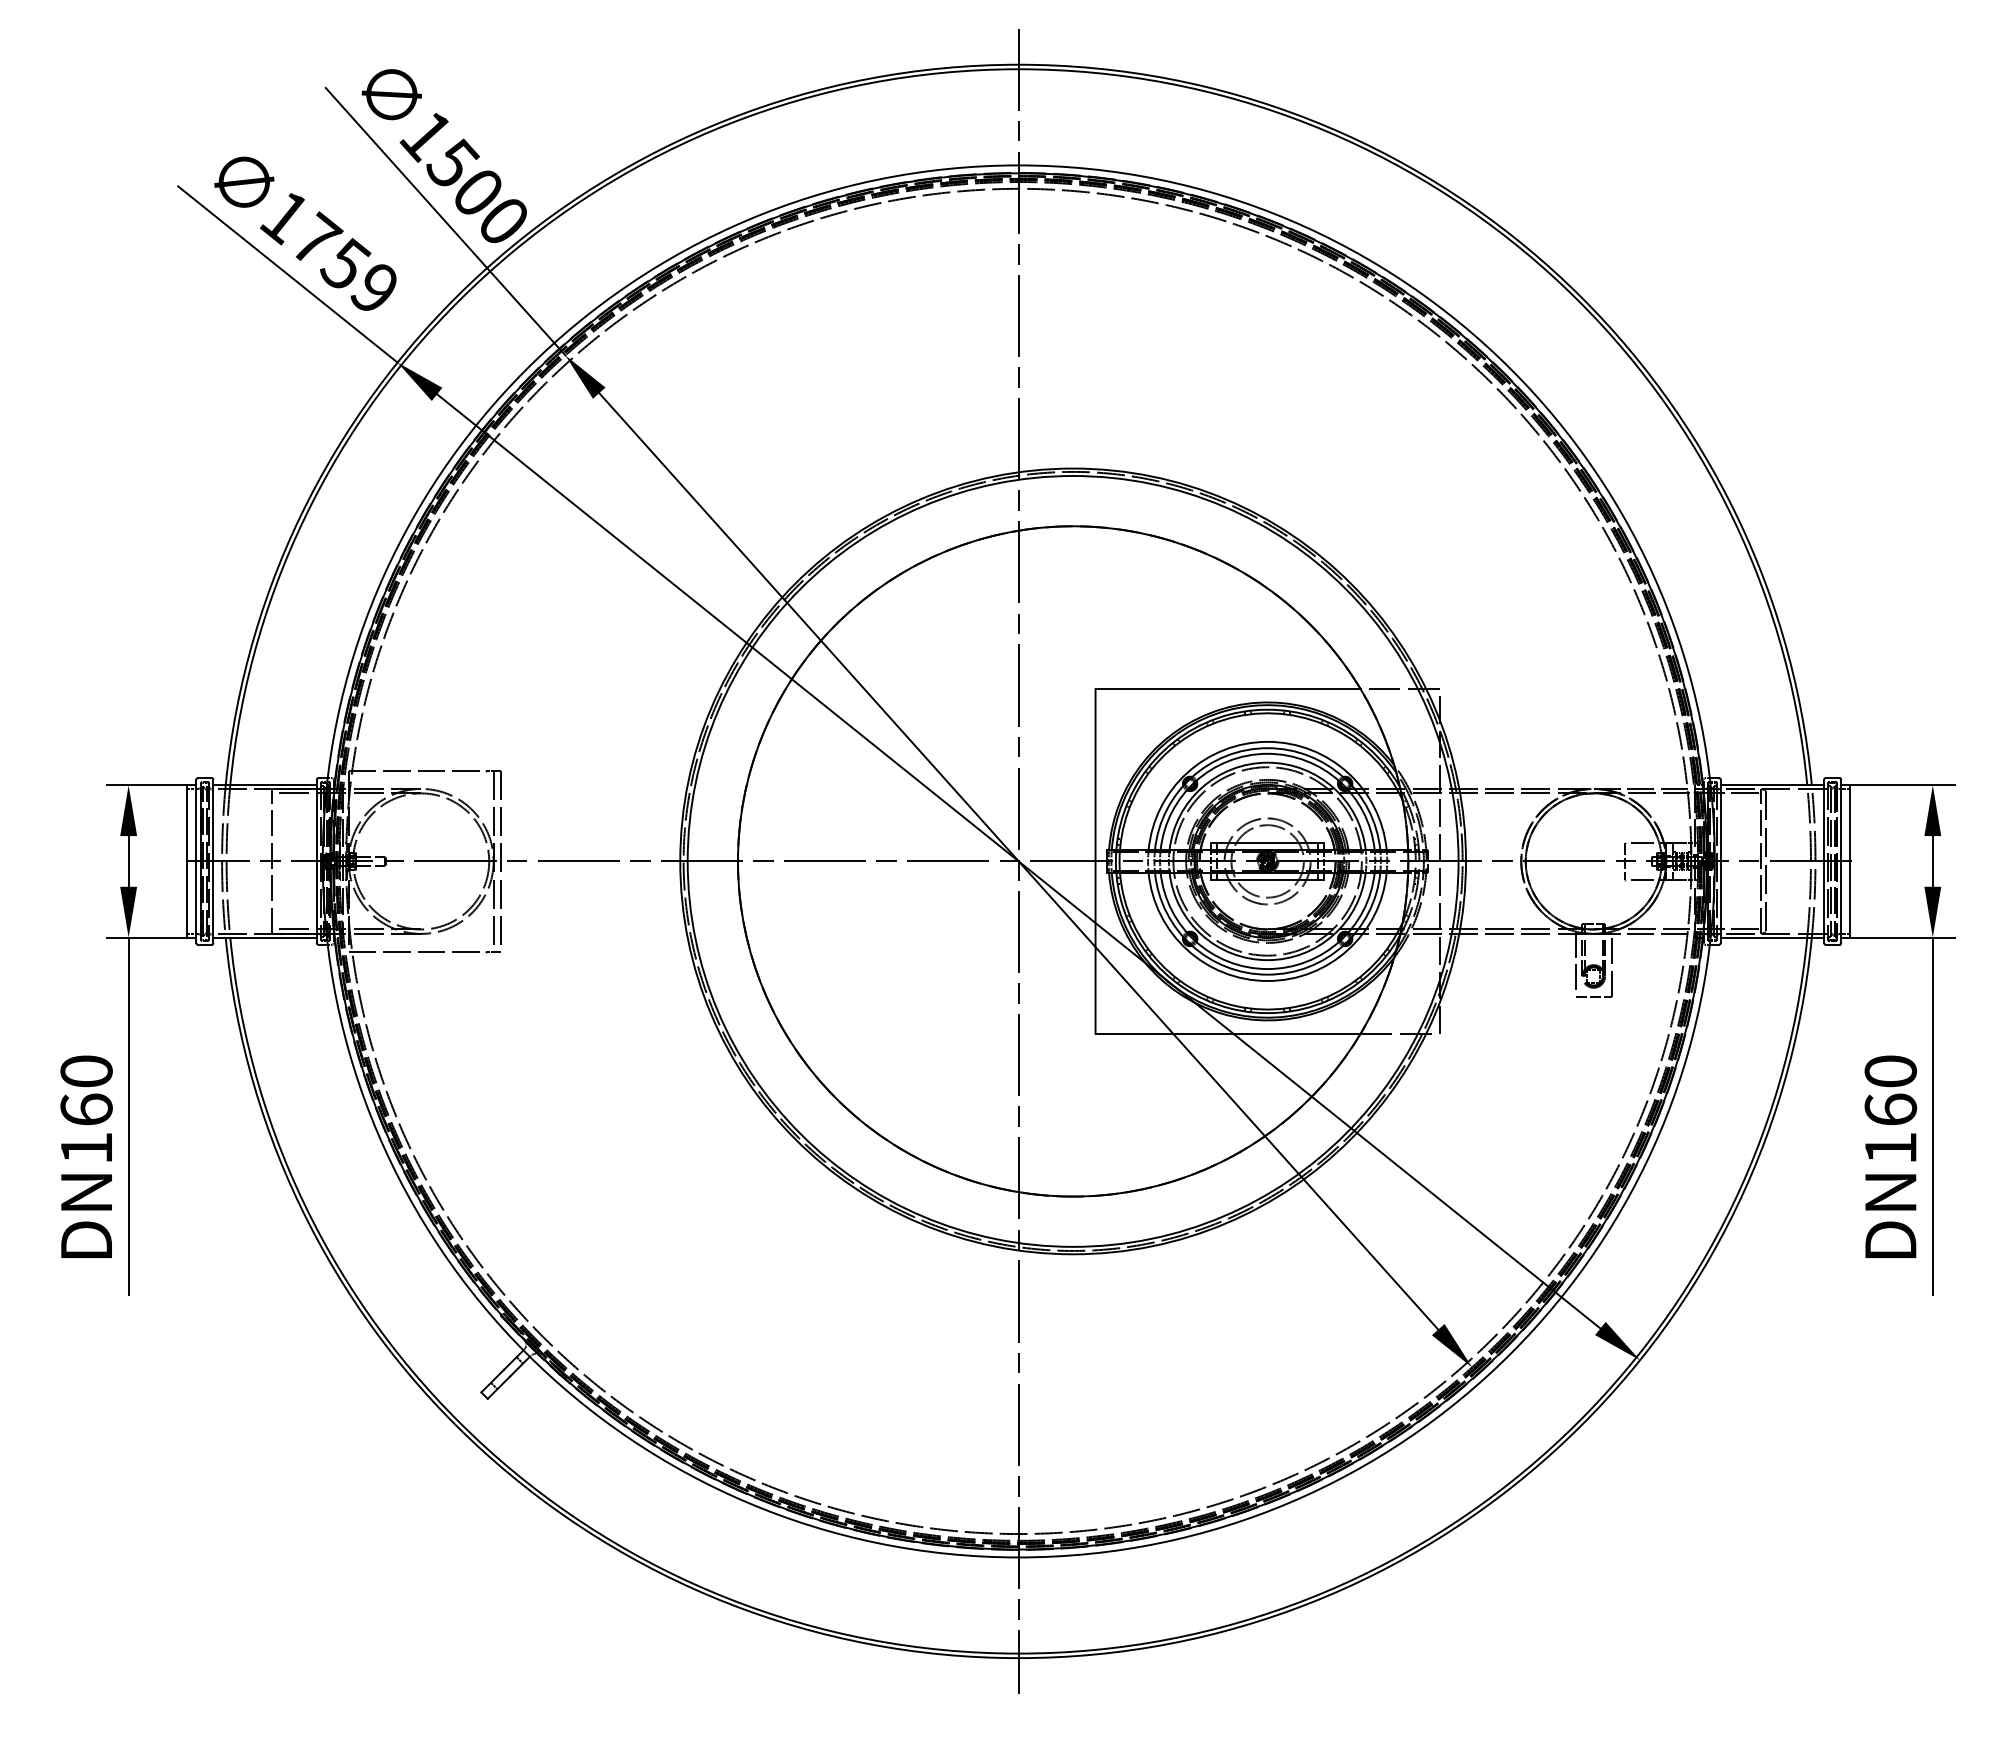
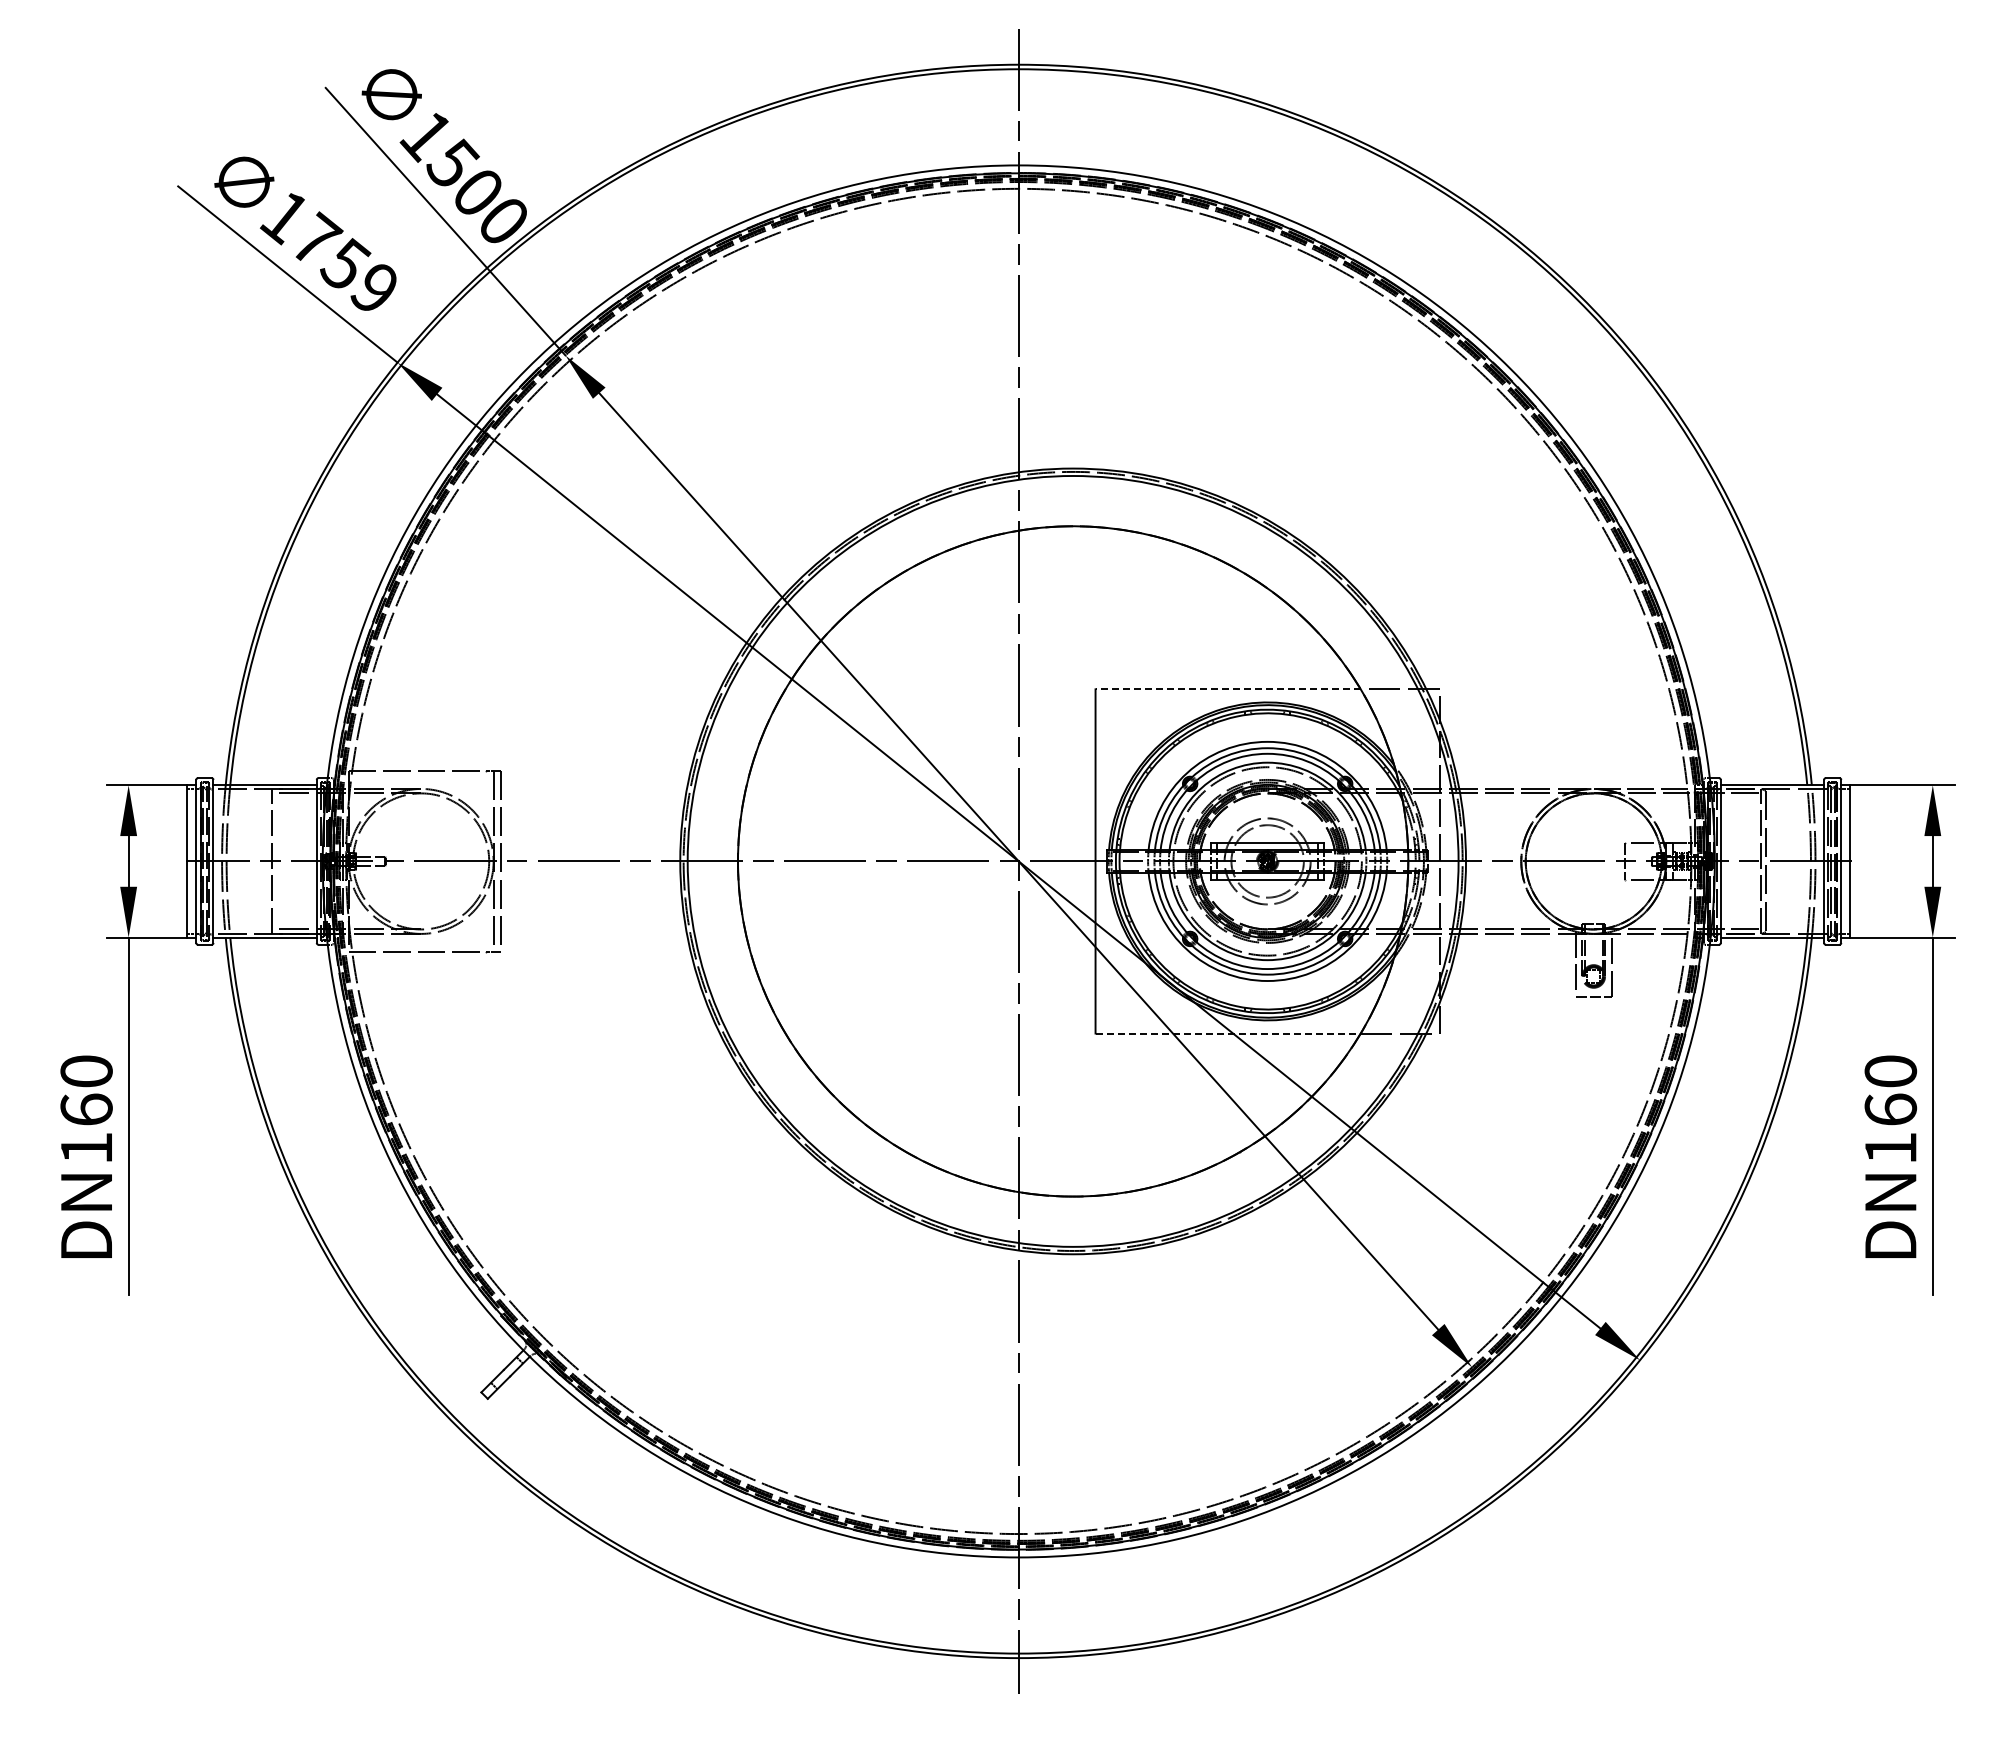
line at (1228, 689): solid -> dashed
line at (1228, 1033): solid -> dashed
